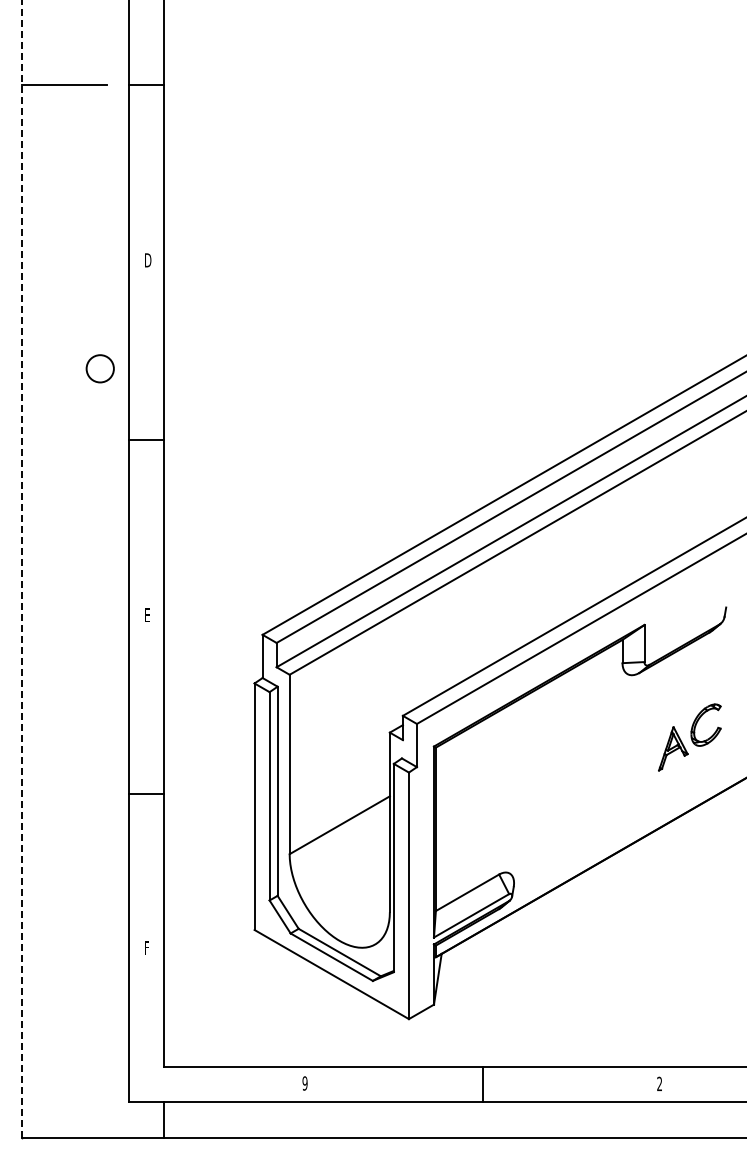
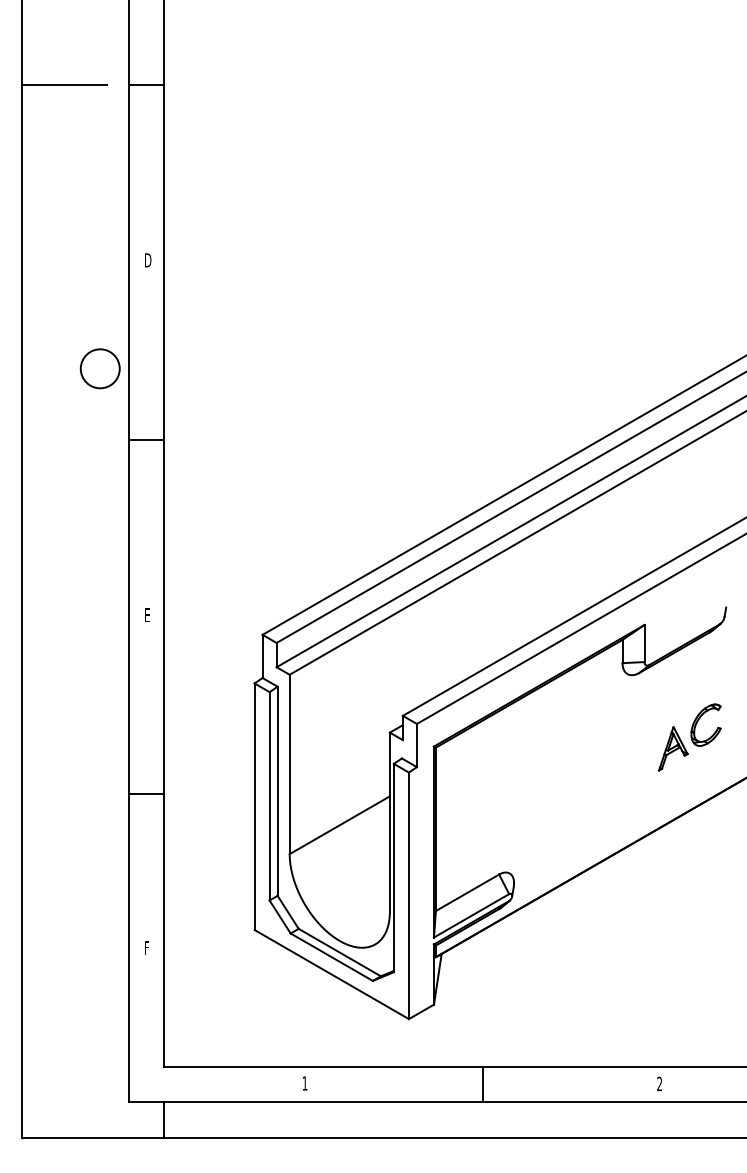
circle at (99, 368) diameter: 27 px -> 39 px
line at (22, 568): dashed -> solid
text at (304, 1083): 9 -> 1
